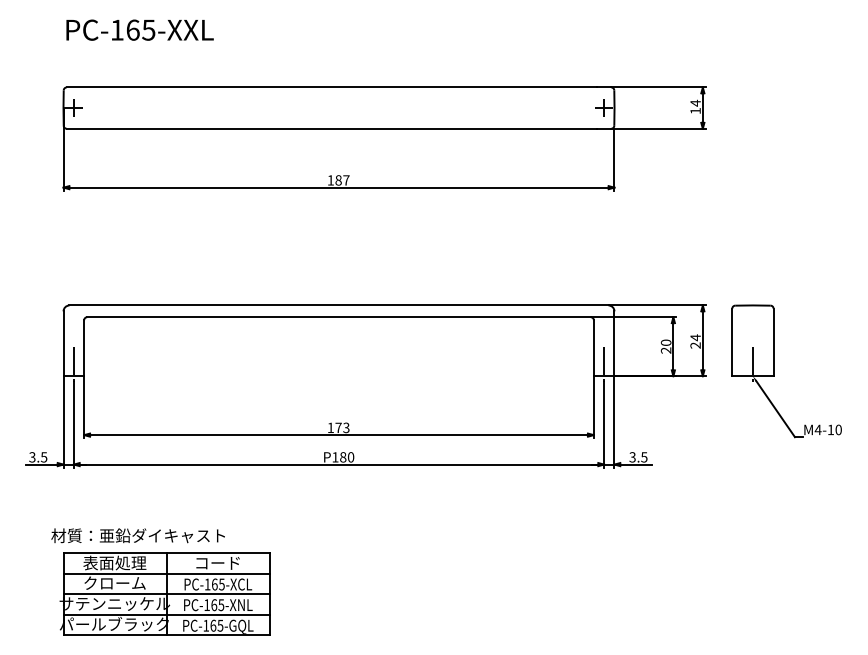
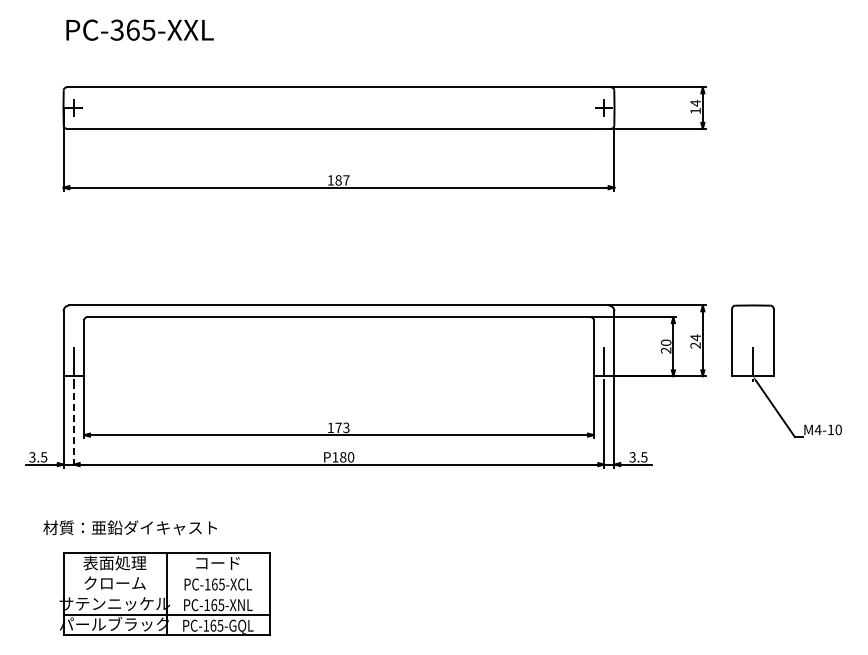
text at (116, 29): PC-165-XXL -> PC-365-XXL
line at (73, 424): solid -> dashed
text at (137, 535) position: (137, 535) -> (129, 527)
line at (166, 573): present -> none
line at (166, 594): present -> none
